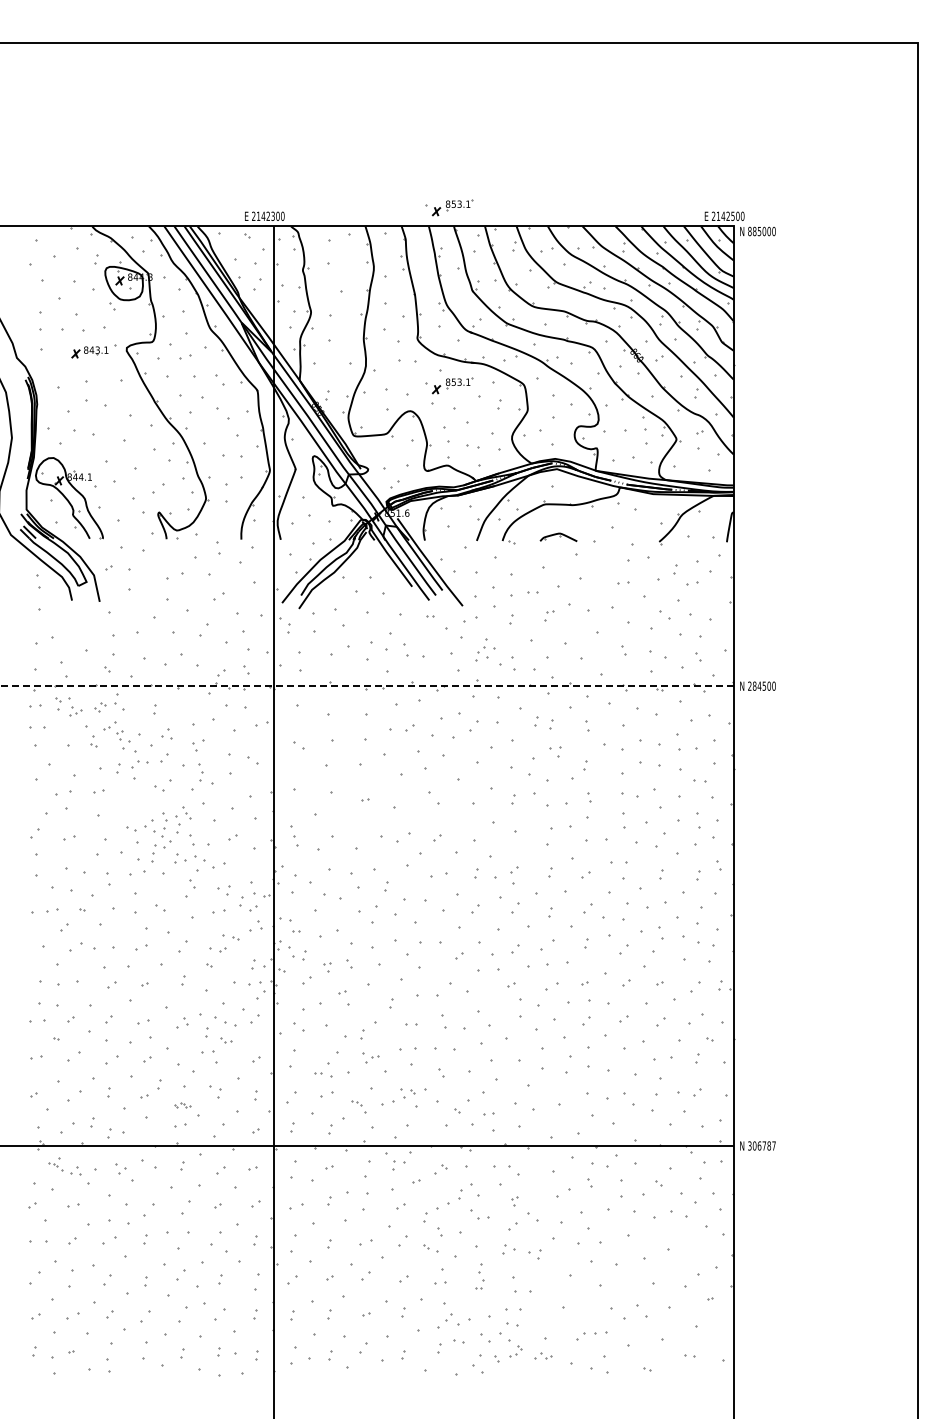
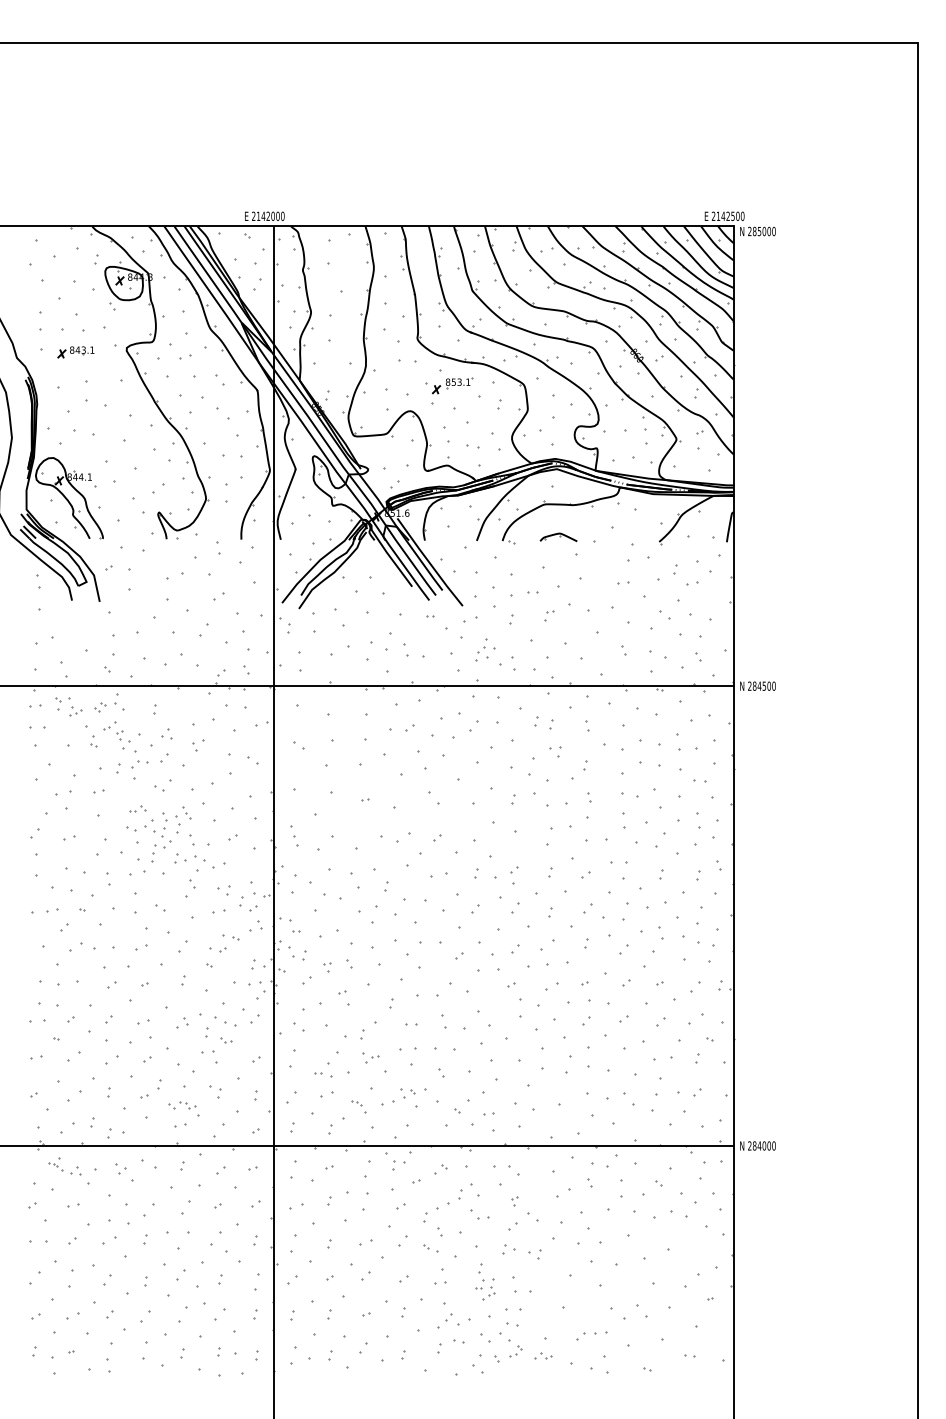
part at (449, 207): present -> none
text at (272, 215): 2142300 -> 2142000
text at (749, 231): 885000 -> 285000
part at (89, 352) position: (89, 352) -> (75, 352)
line at (366, 686): dashed -> solid
part at (200, 772): present -> none
part at (137, 808): none -> present
part at (182, 1105) size: 18x7 px -> 29x9 px
text at (761, 1145): 306787 -> 284000
part at (488, 1289): none -> present
